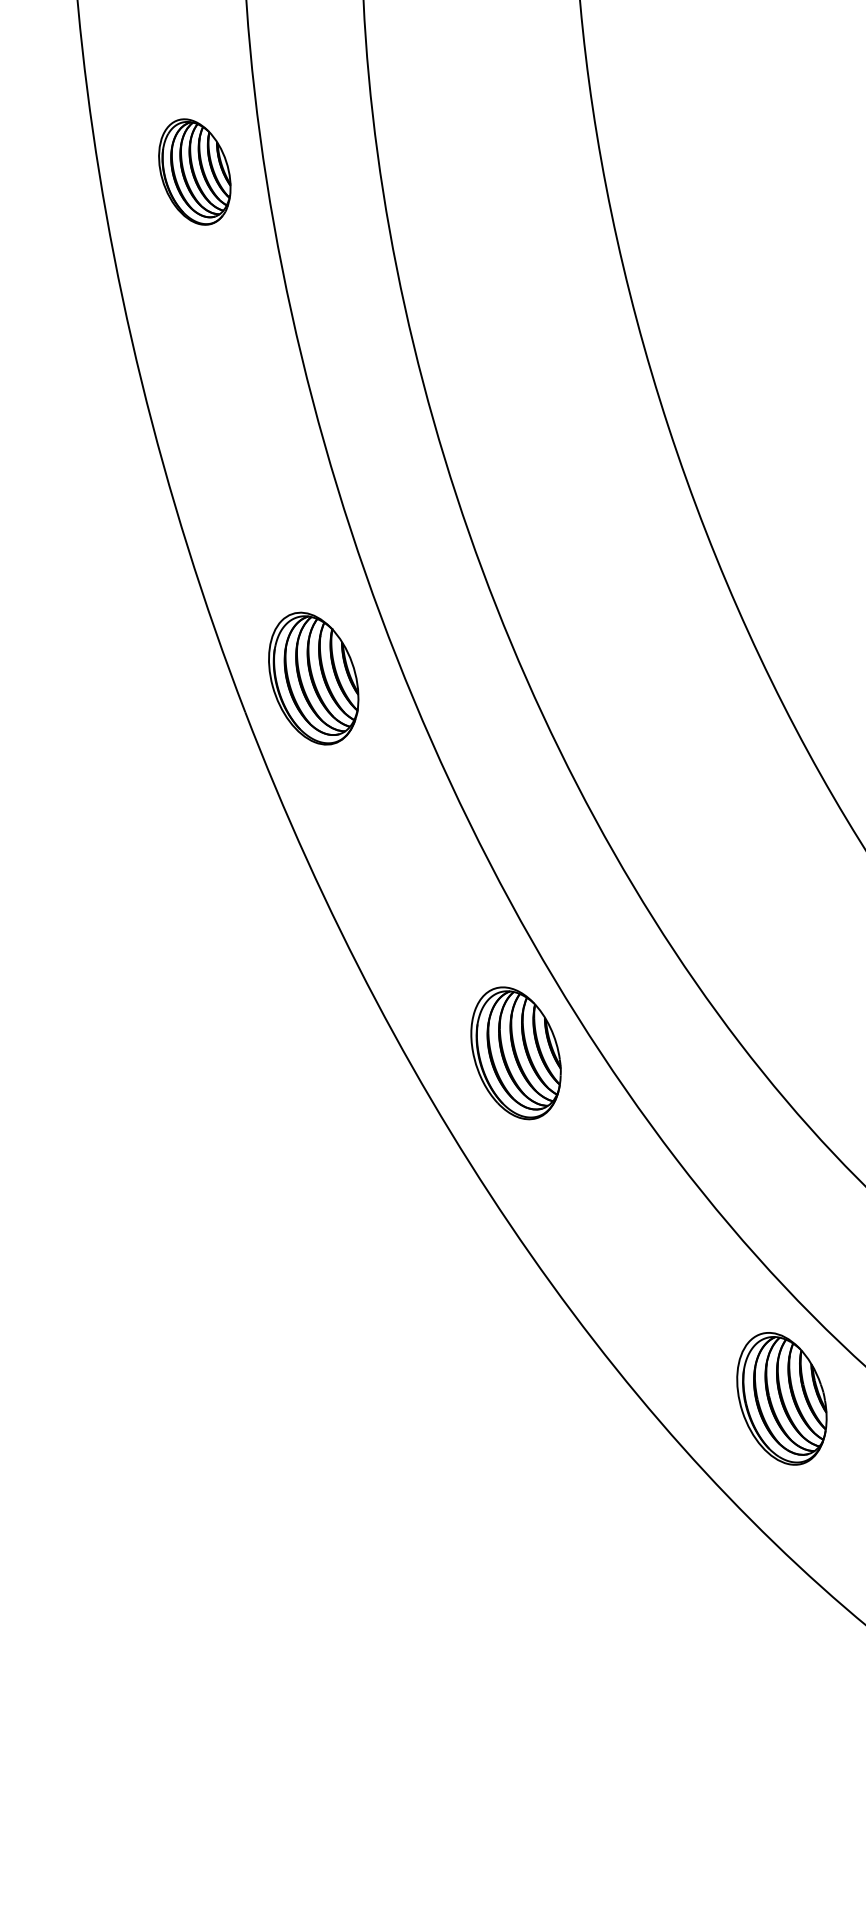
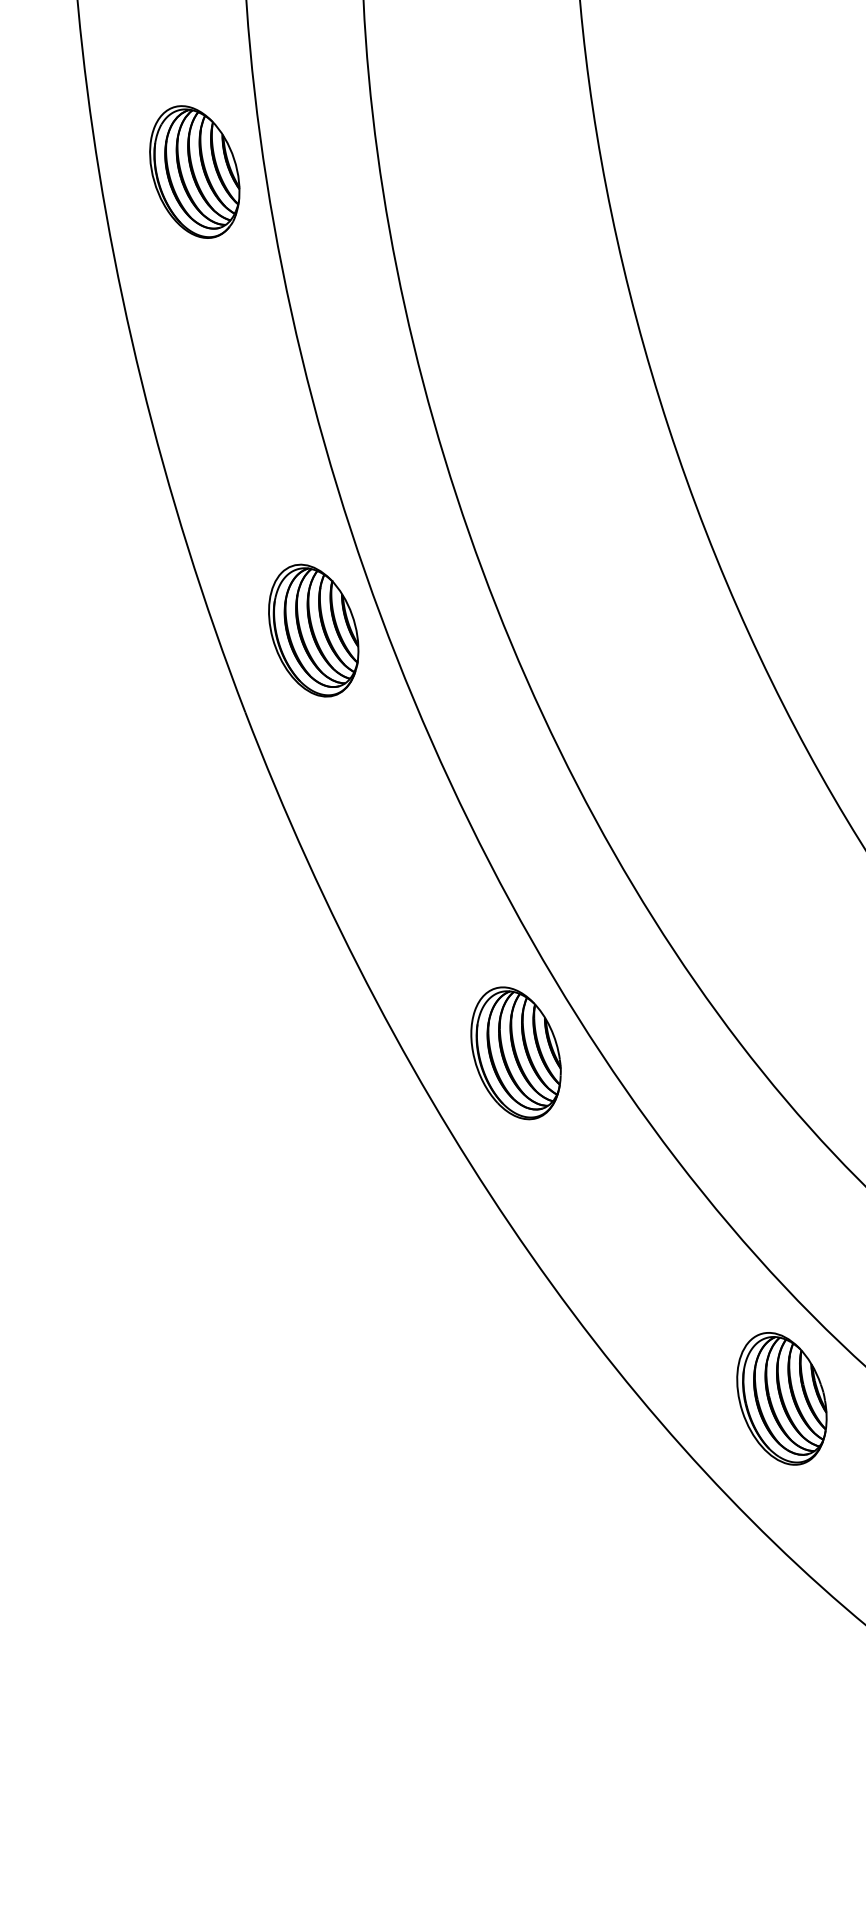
part at (194, 171) size: 74x108 px -> 92x134 px
part at (313, 678) position: (313, 678) -> (313, 630)
